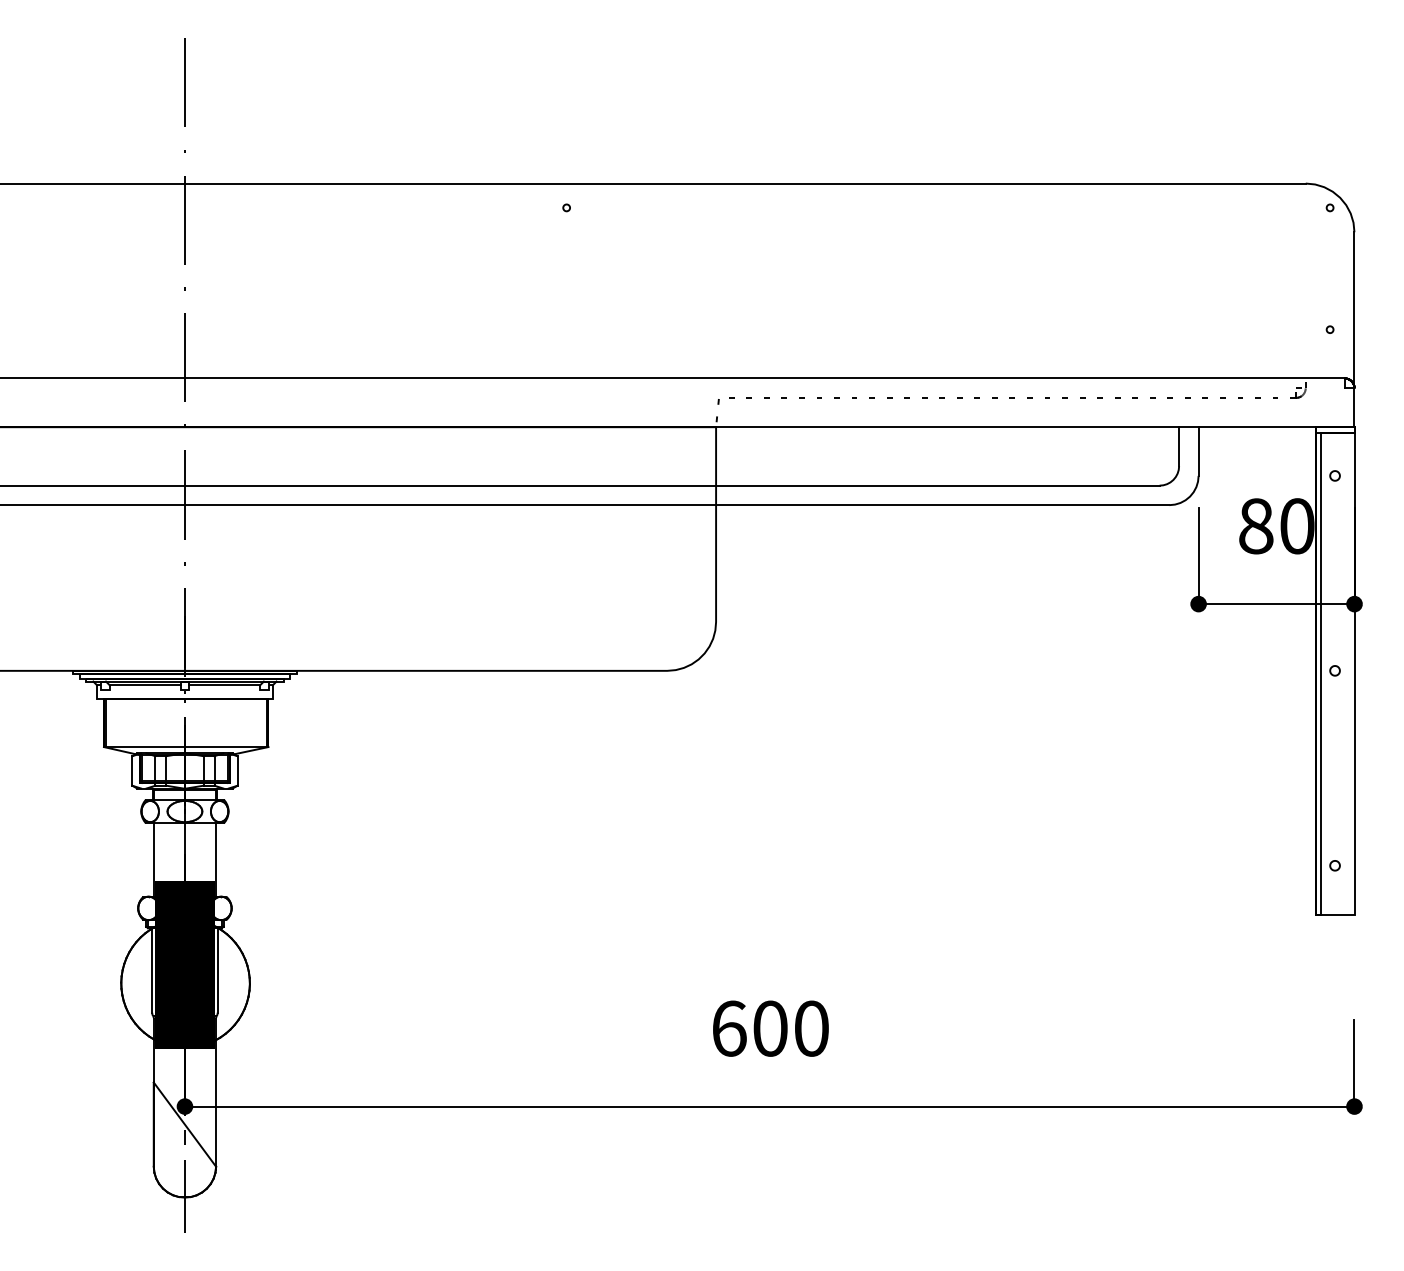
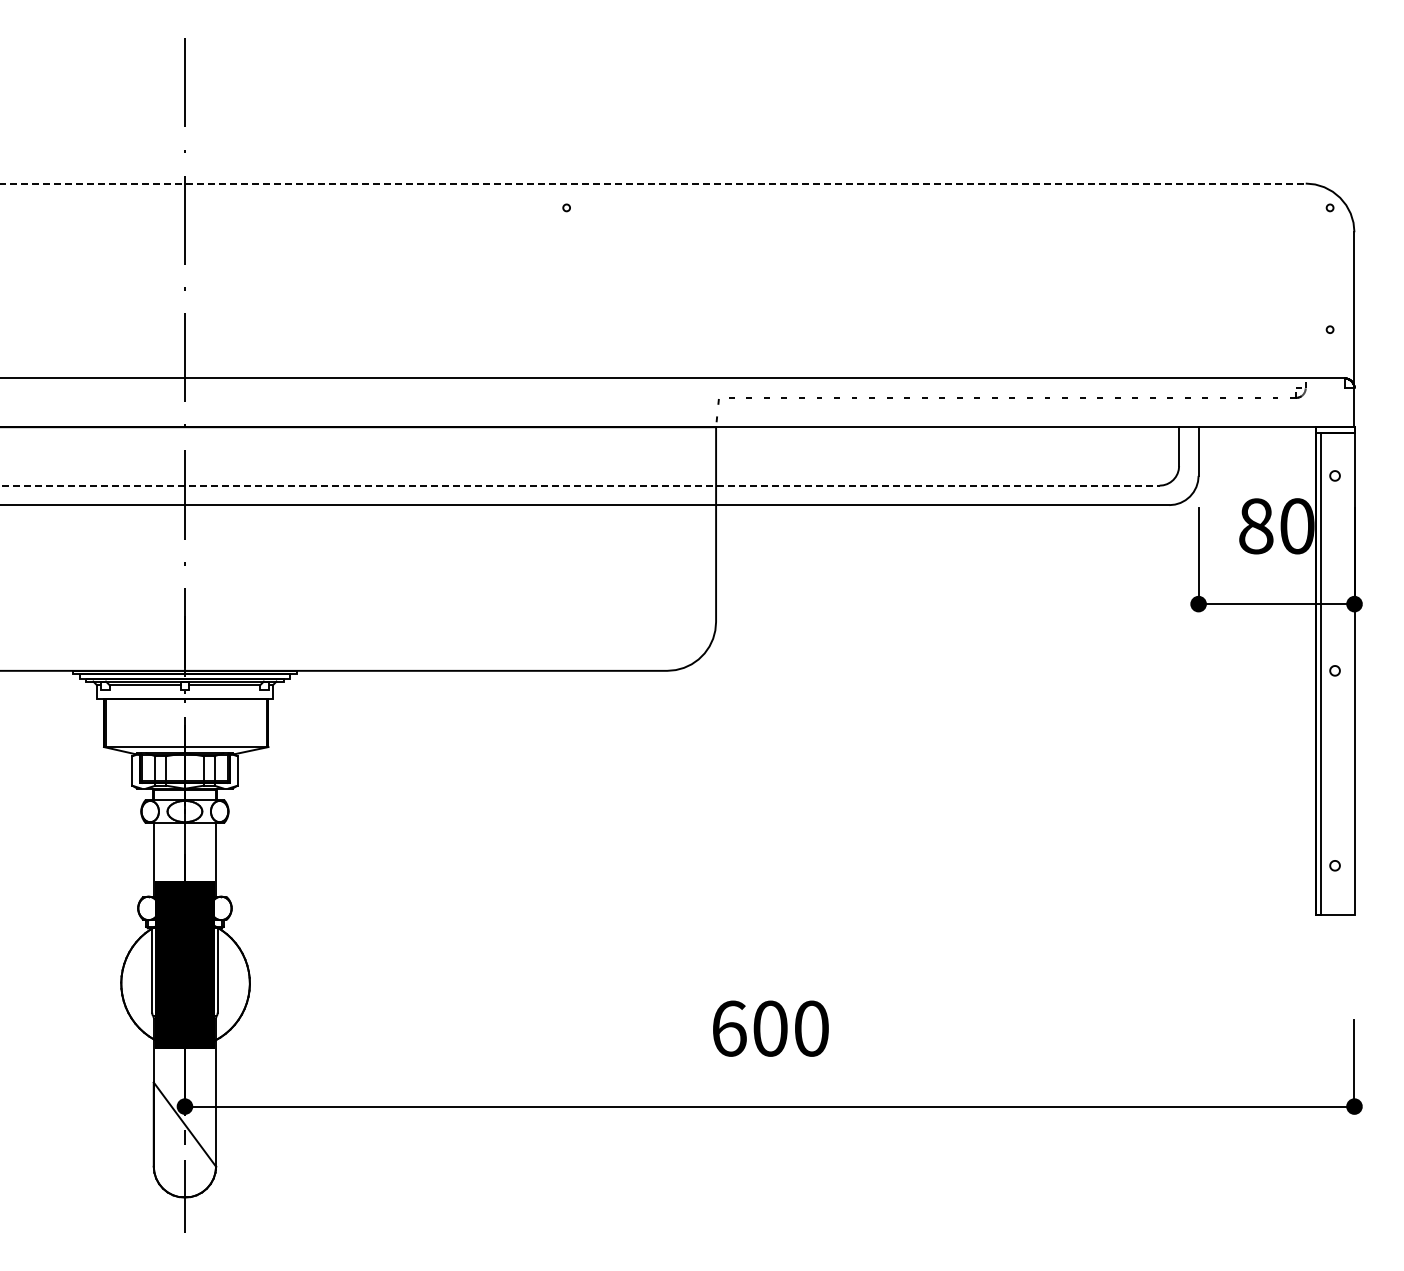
line at (653, 183): solid -> dashed
line at (579, 485): solid -> dashed
